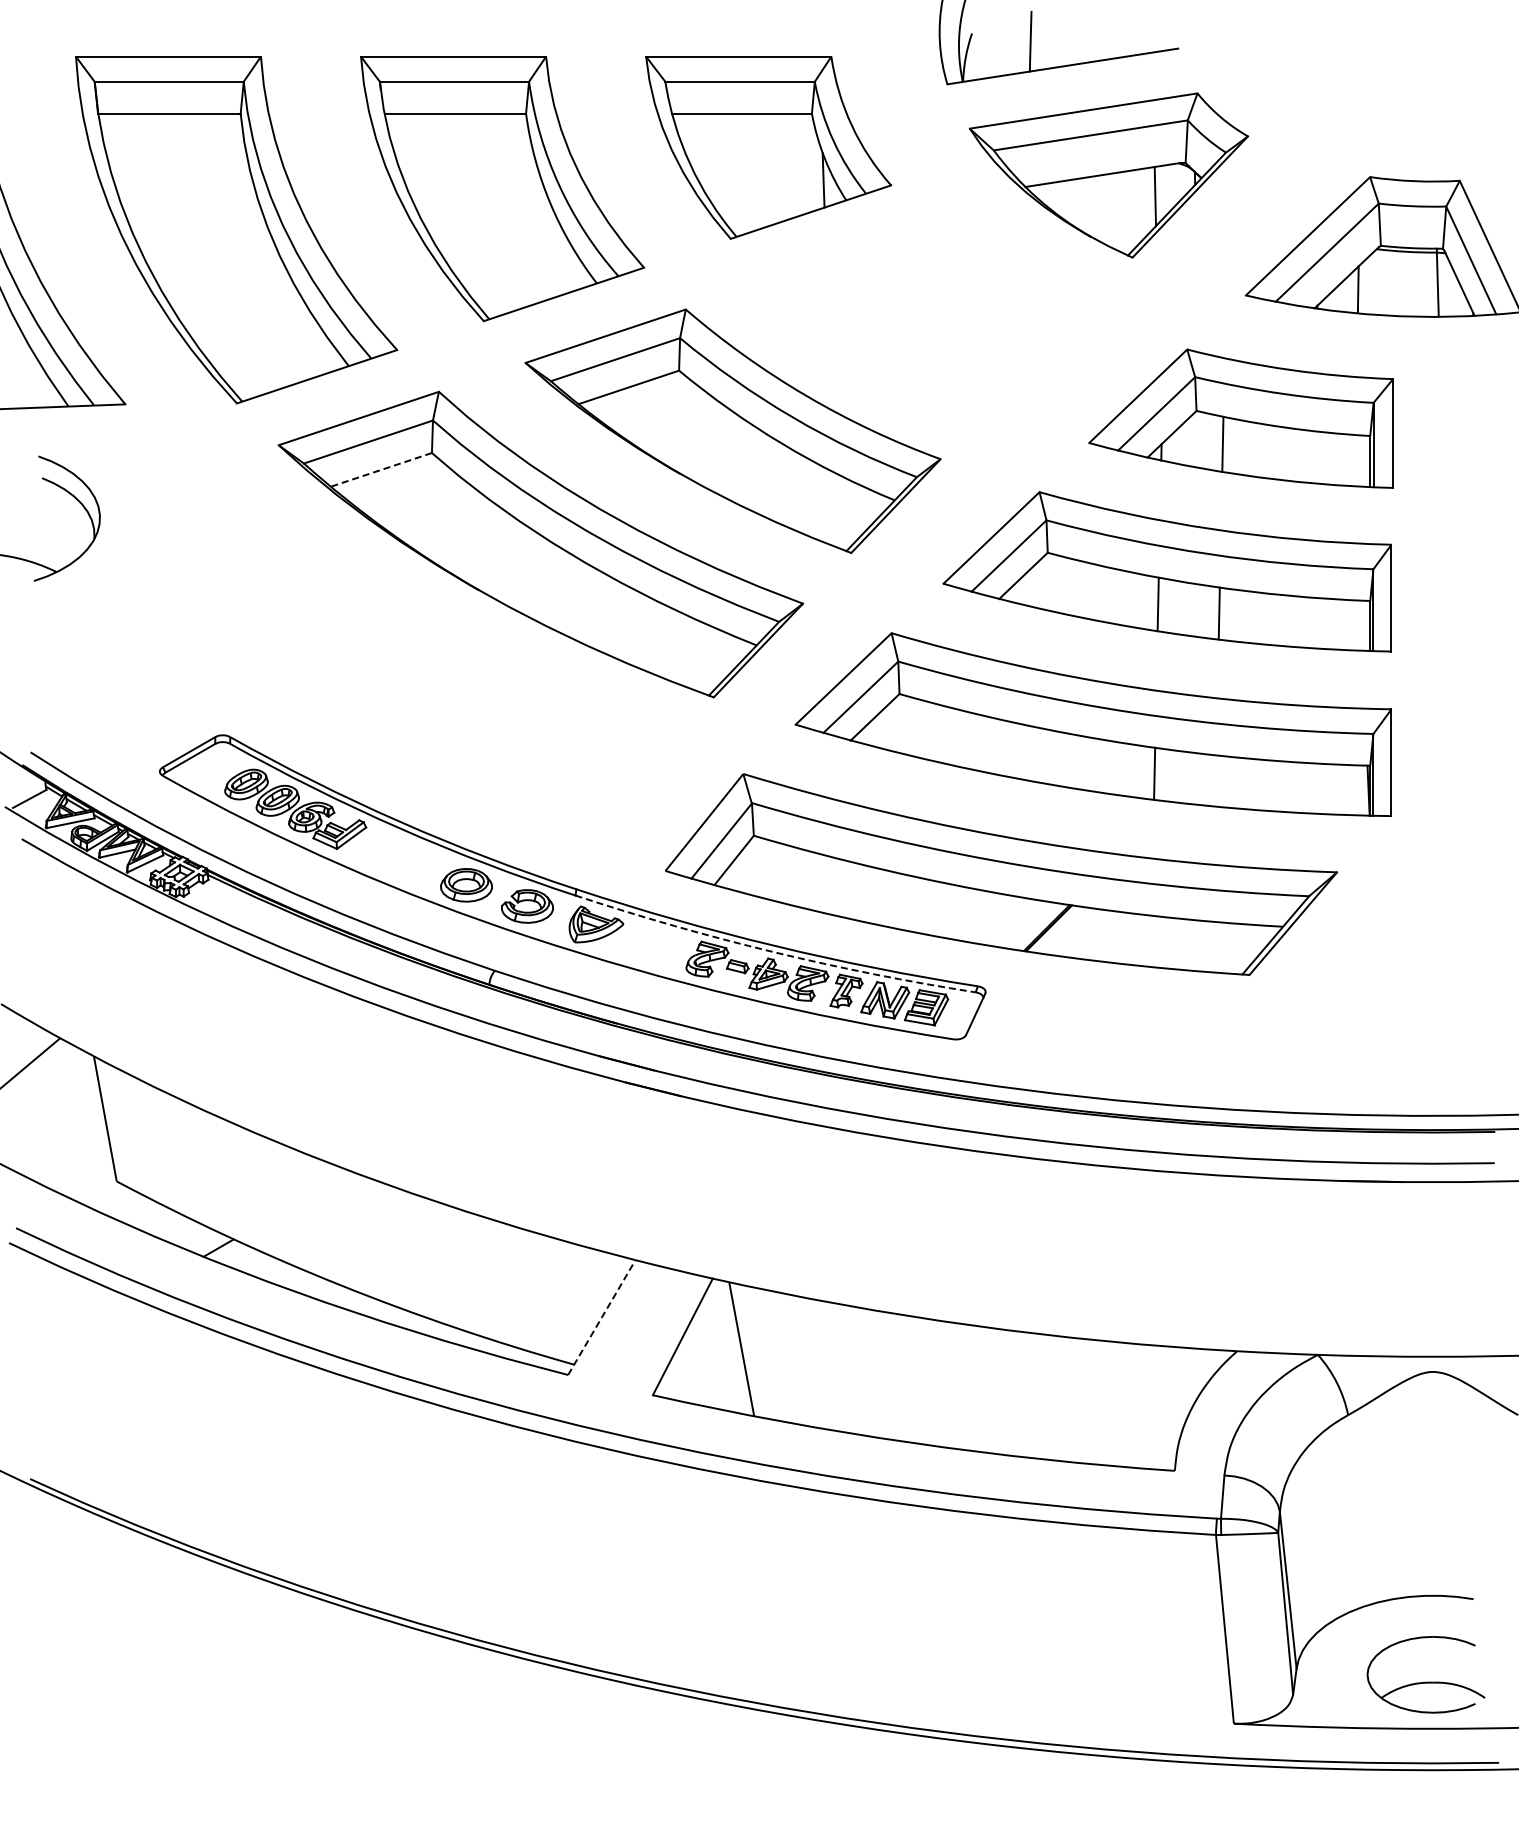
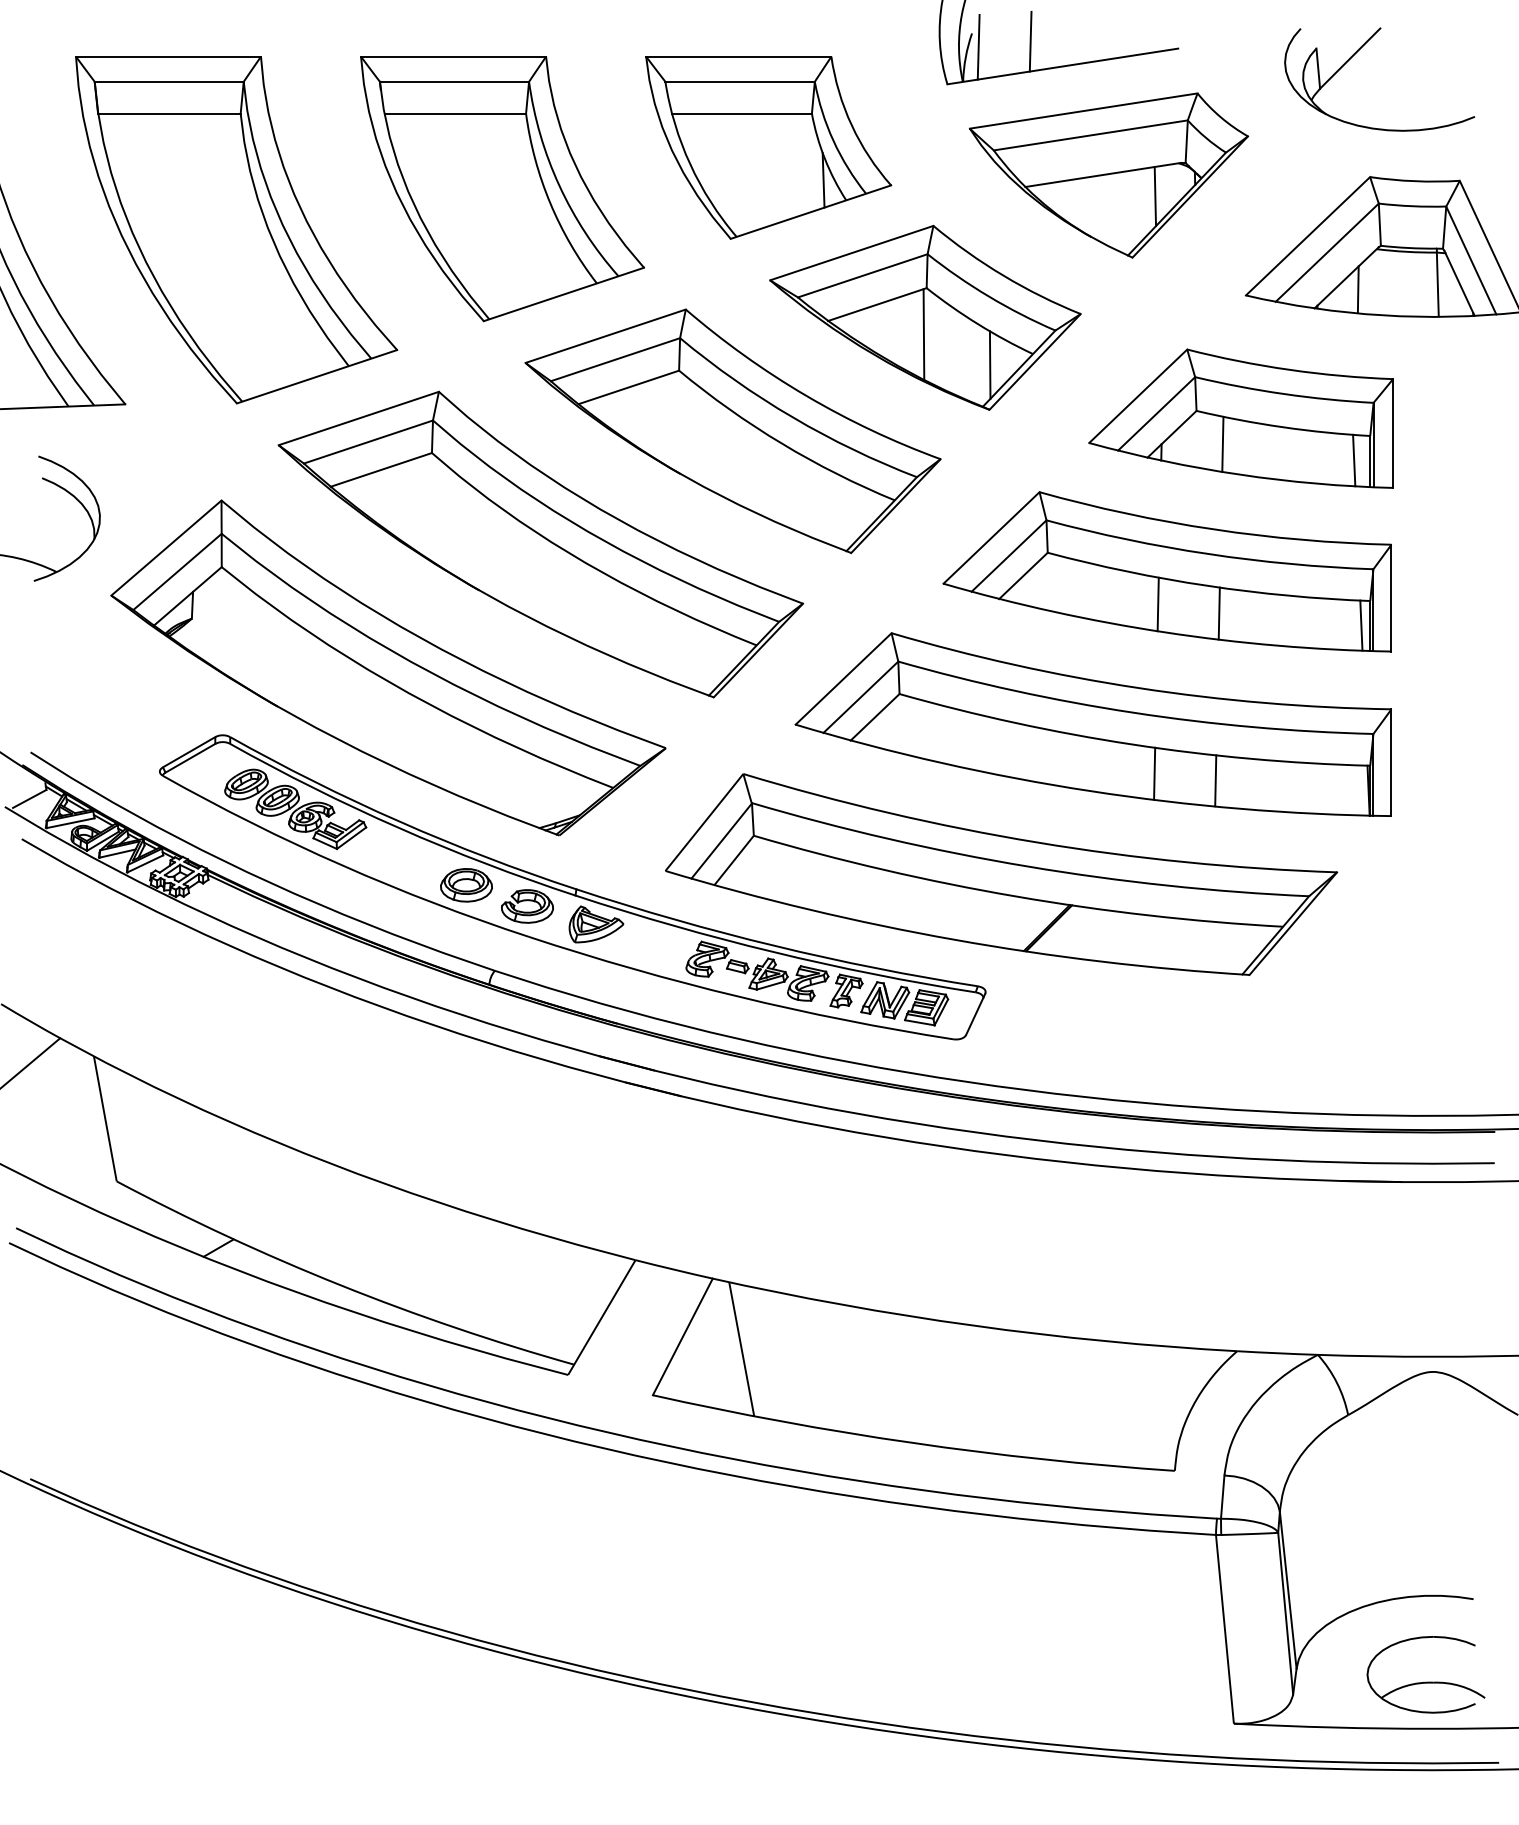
line at (978, 46): none -> present
part at (1355, 54): none -> present
part at (925, 317): none -> present
line at (1354, 460): none -> present
line at (380, 470): dashed -> solid
line at (1361, 625): none -> present
part at (388, 667): none -> present
line at (1215, 780): none -> present
arc at (773, 952): dashed -> solid
line at (602, 1317): dashed -> solid
